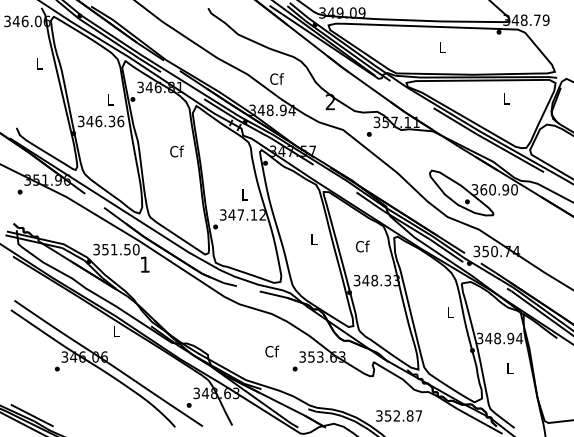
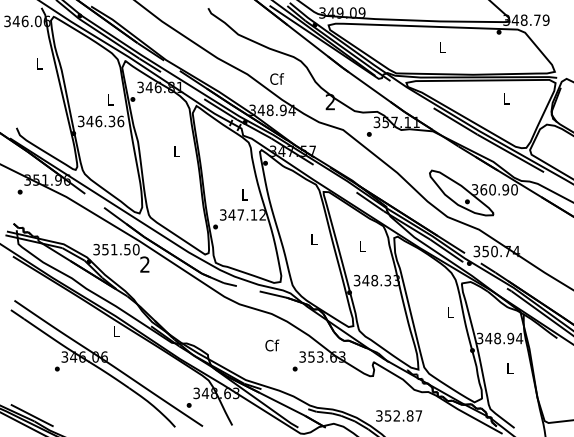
text at (177, 151): Cf -> L
text at (362, 246): Cf -> L
text at (144, 264): 1 -> 2
text at (272, 351) position: (272, 351) -> (272, 345)
